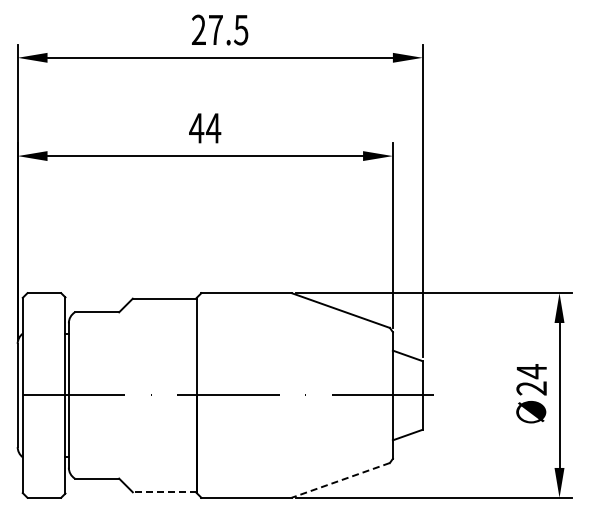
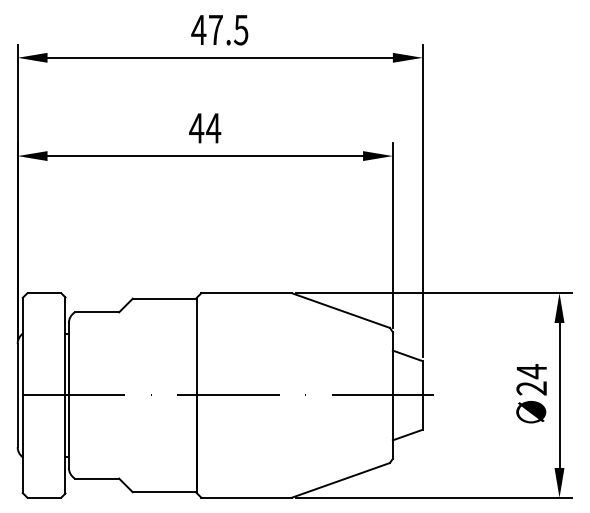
text at (198, 29): 27.5 -> 47.5
line at (340, 480): dashed -> solid
line at (164, 492): dashed -> solid
